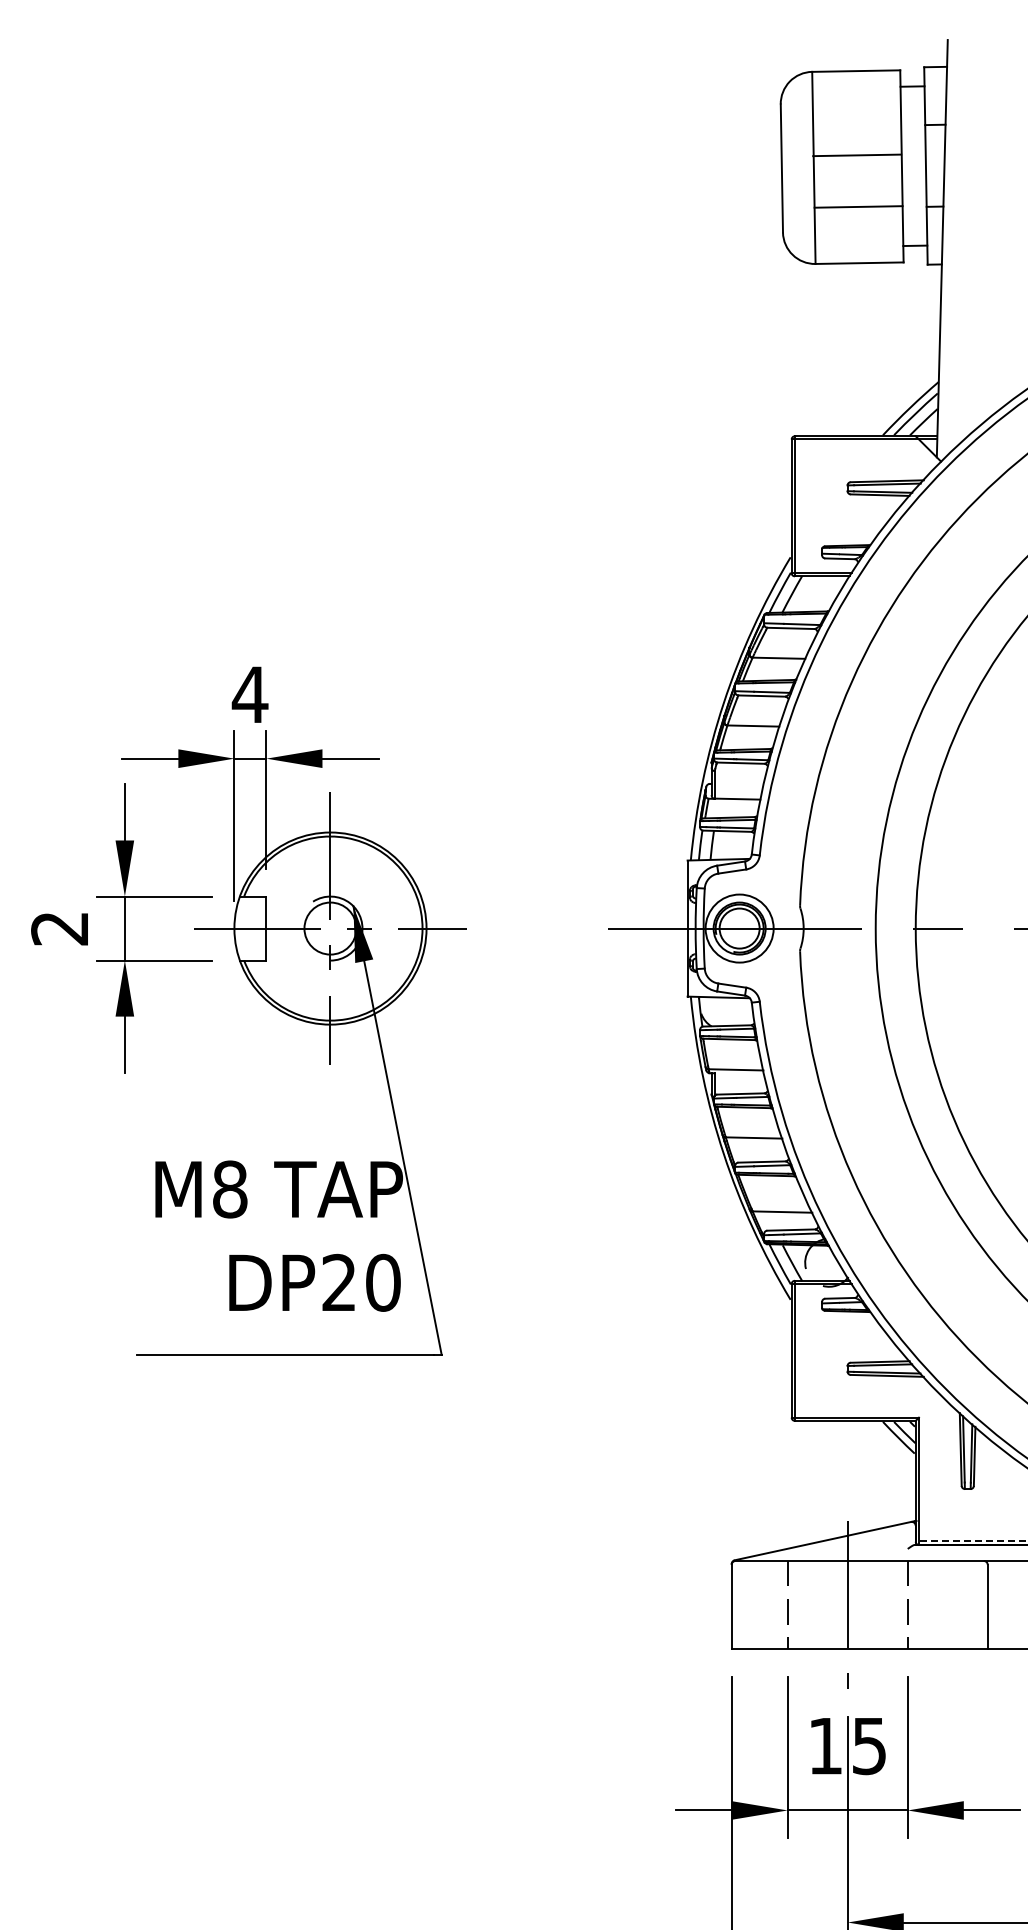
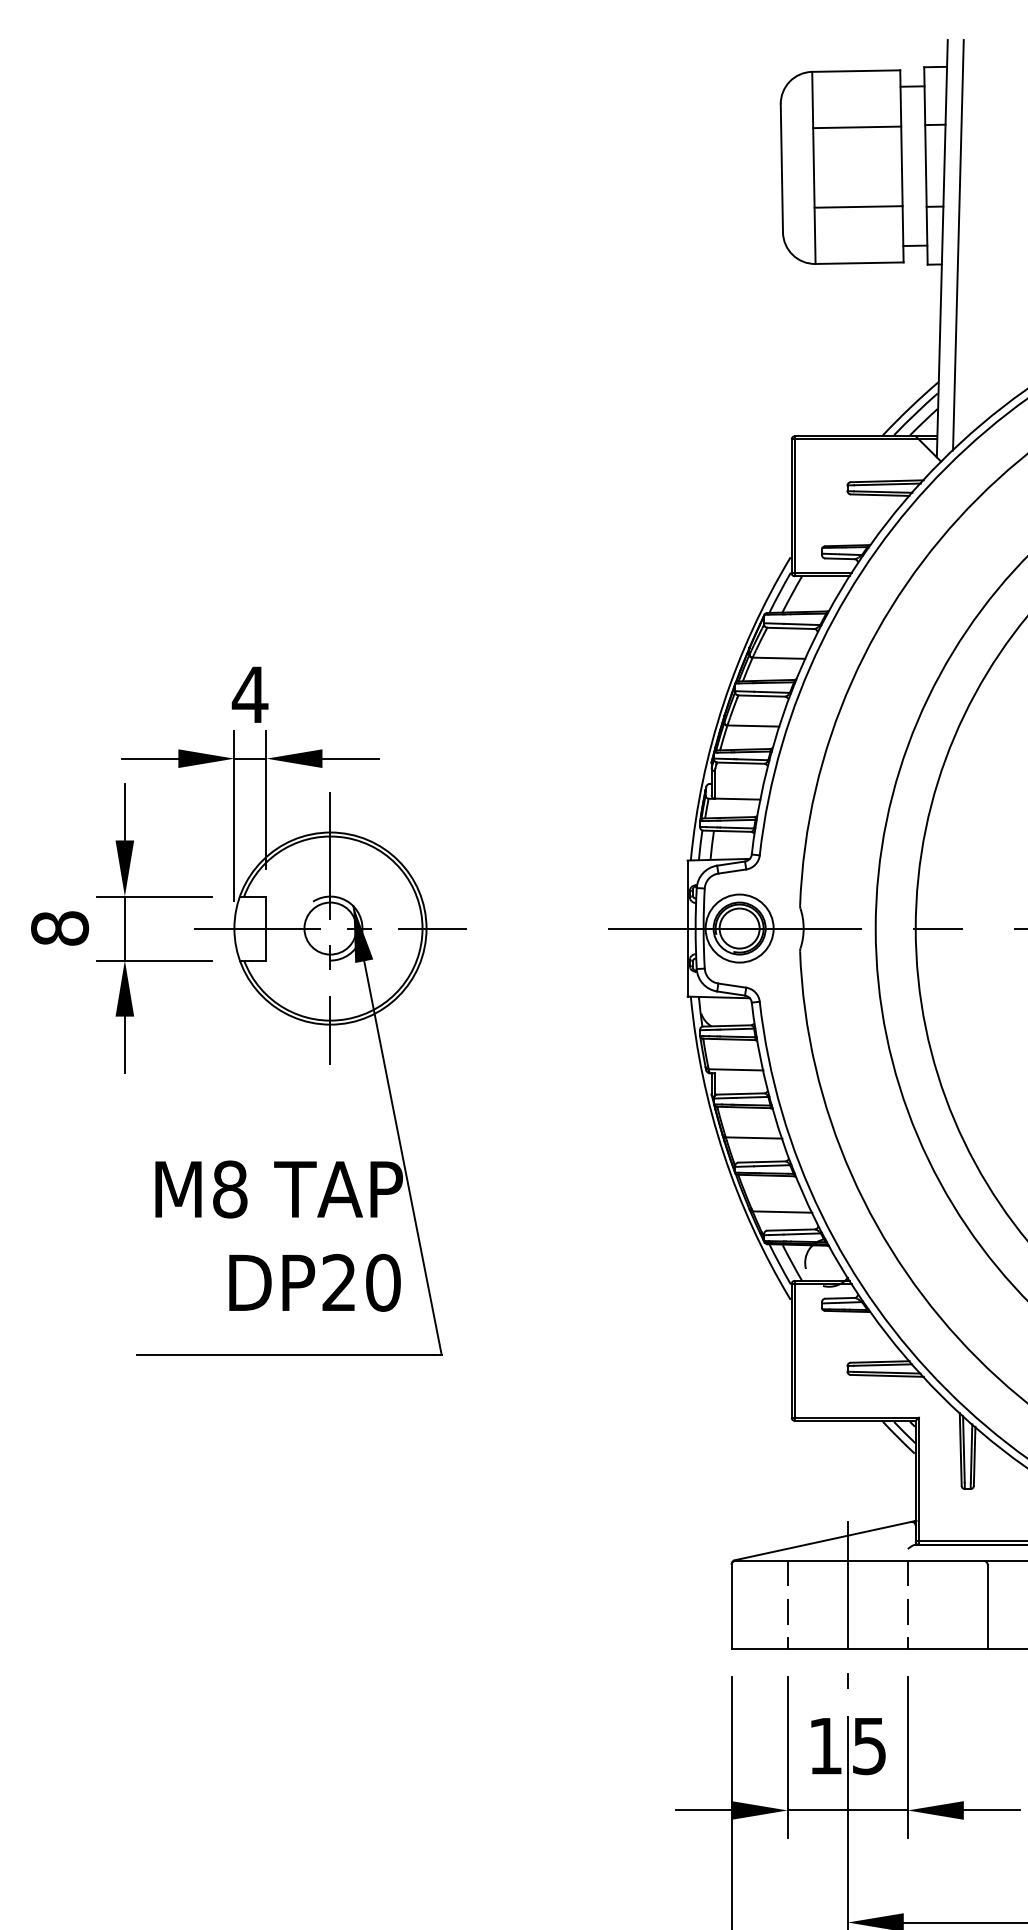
line at (857, 155) position: (857, 155) -> (857, 127)
line at (958, 245): none -> present
text at (60, 928): 2 -> 8
line at (971, 1540): dashed -> solid
